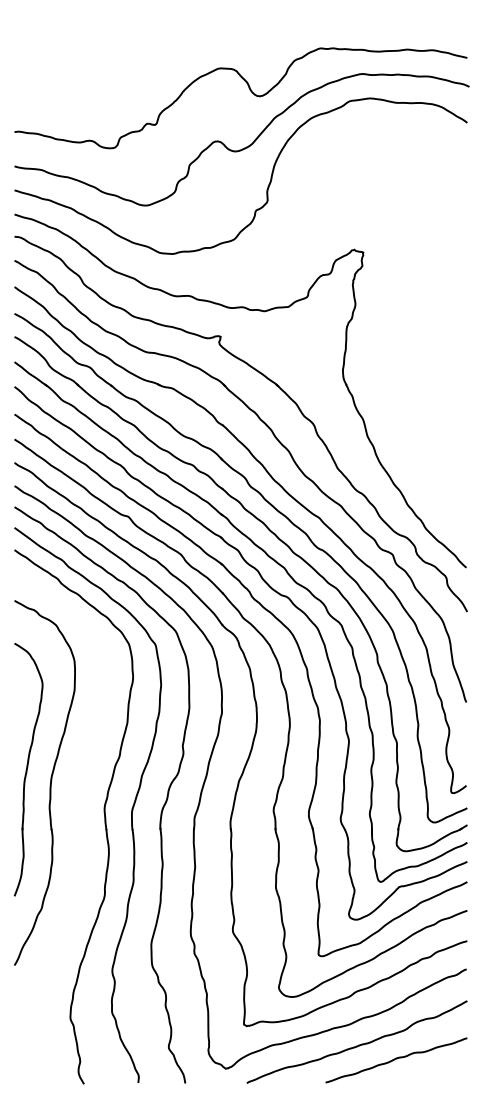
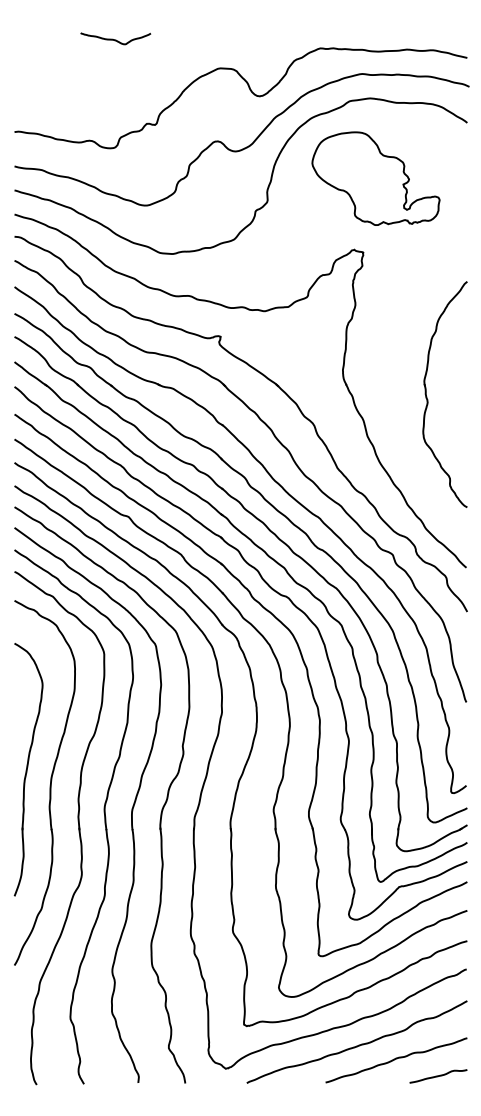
curve at (115, 39): none -> present
part at (375, 178): none -> present
part at (428, 399): none -> present
part at (78, 828): none -> present
curve at (438, 1076): none -> present
